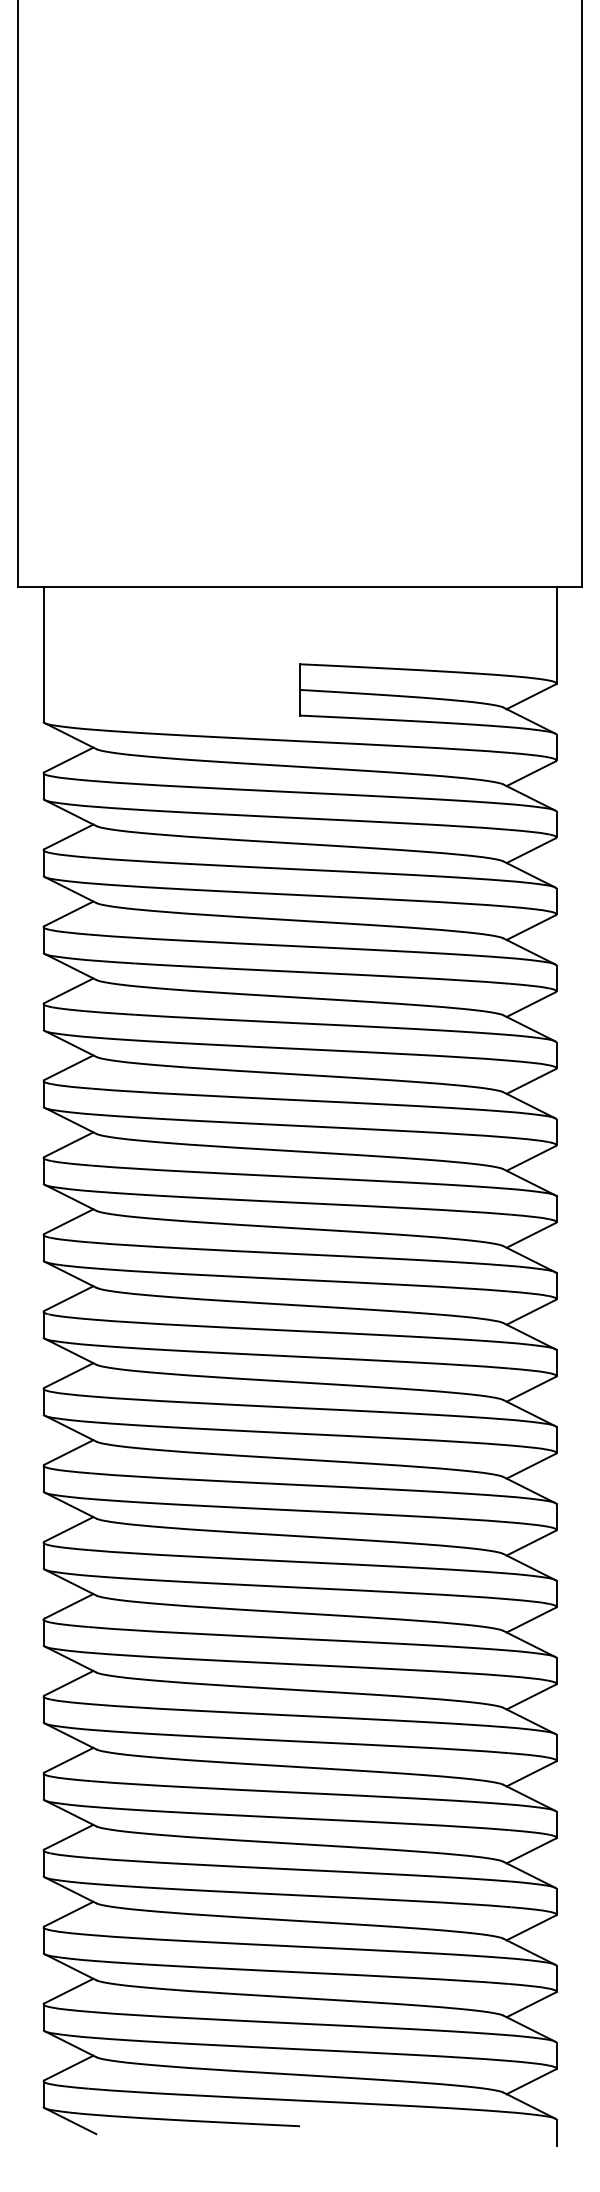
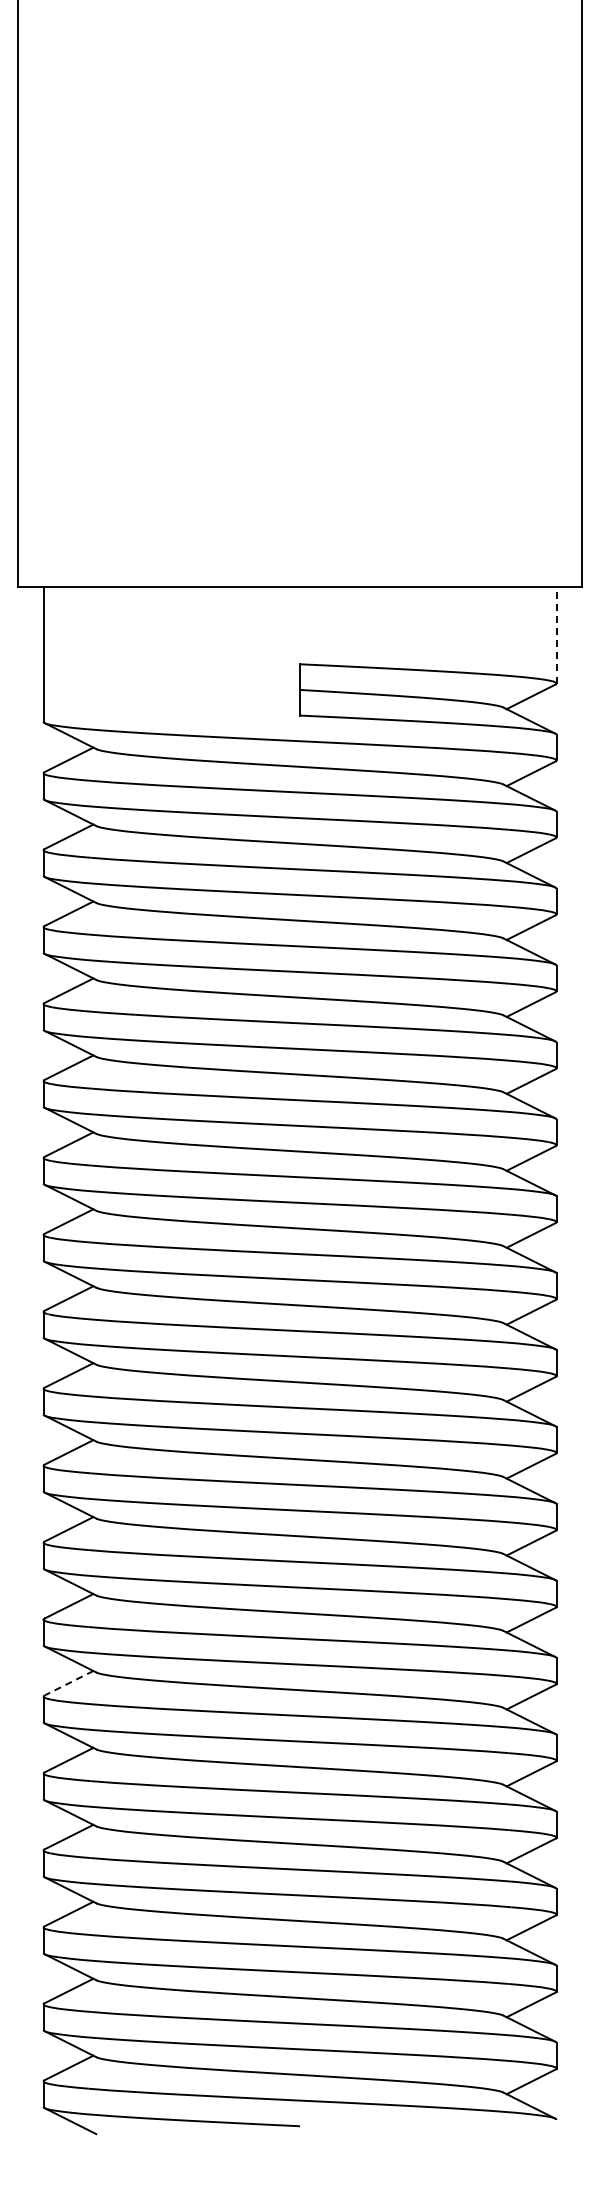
line at (556, 634): solid -> dashed
line at (68, 1683): solid -> dashed
line at (556, 2132): present -> none
